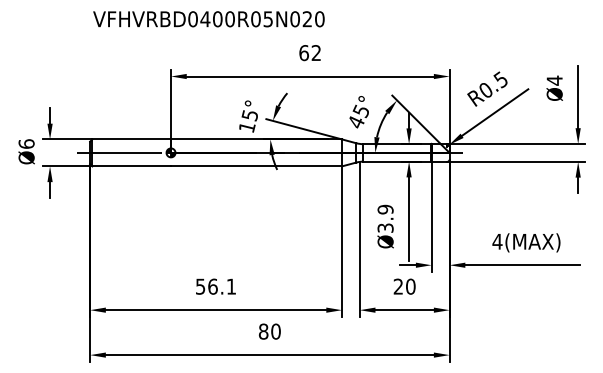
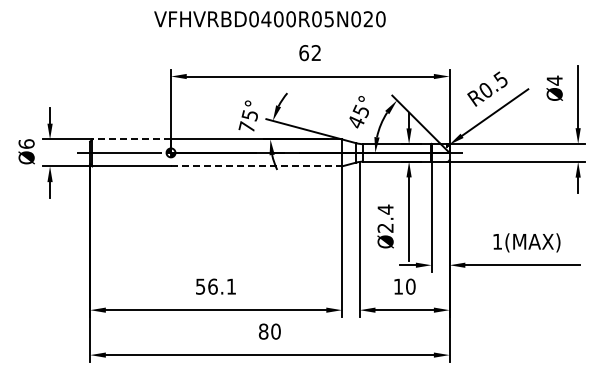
text at (208, 19) position: (208, 19) -> (269, 19)
text at (246, 126): 15° -> 75°
line at (131, 139): solid -> dashed
line at (256, 166): solid -> dashed
text at (385, 218): Ø3.9 -> Ø2.4
text at (497, 241): 4(MAX) -> 1(MAX)
text at (397, 286): 20 -> 10
